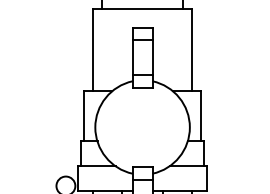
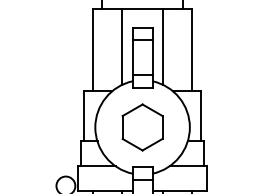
line at (121, 47): none -> present
line at (163, 47): none -> present
part at (142, 127): none -> present
